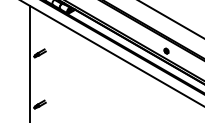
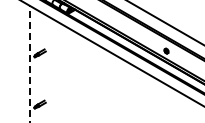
line at (171, 19) position: (171, 19) -> (165, 22)
line at (29, 63): solid -> dashed
